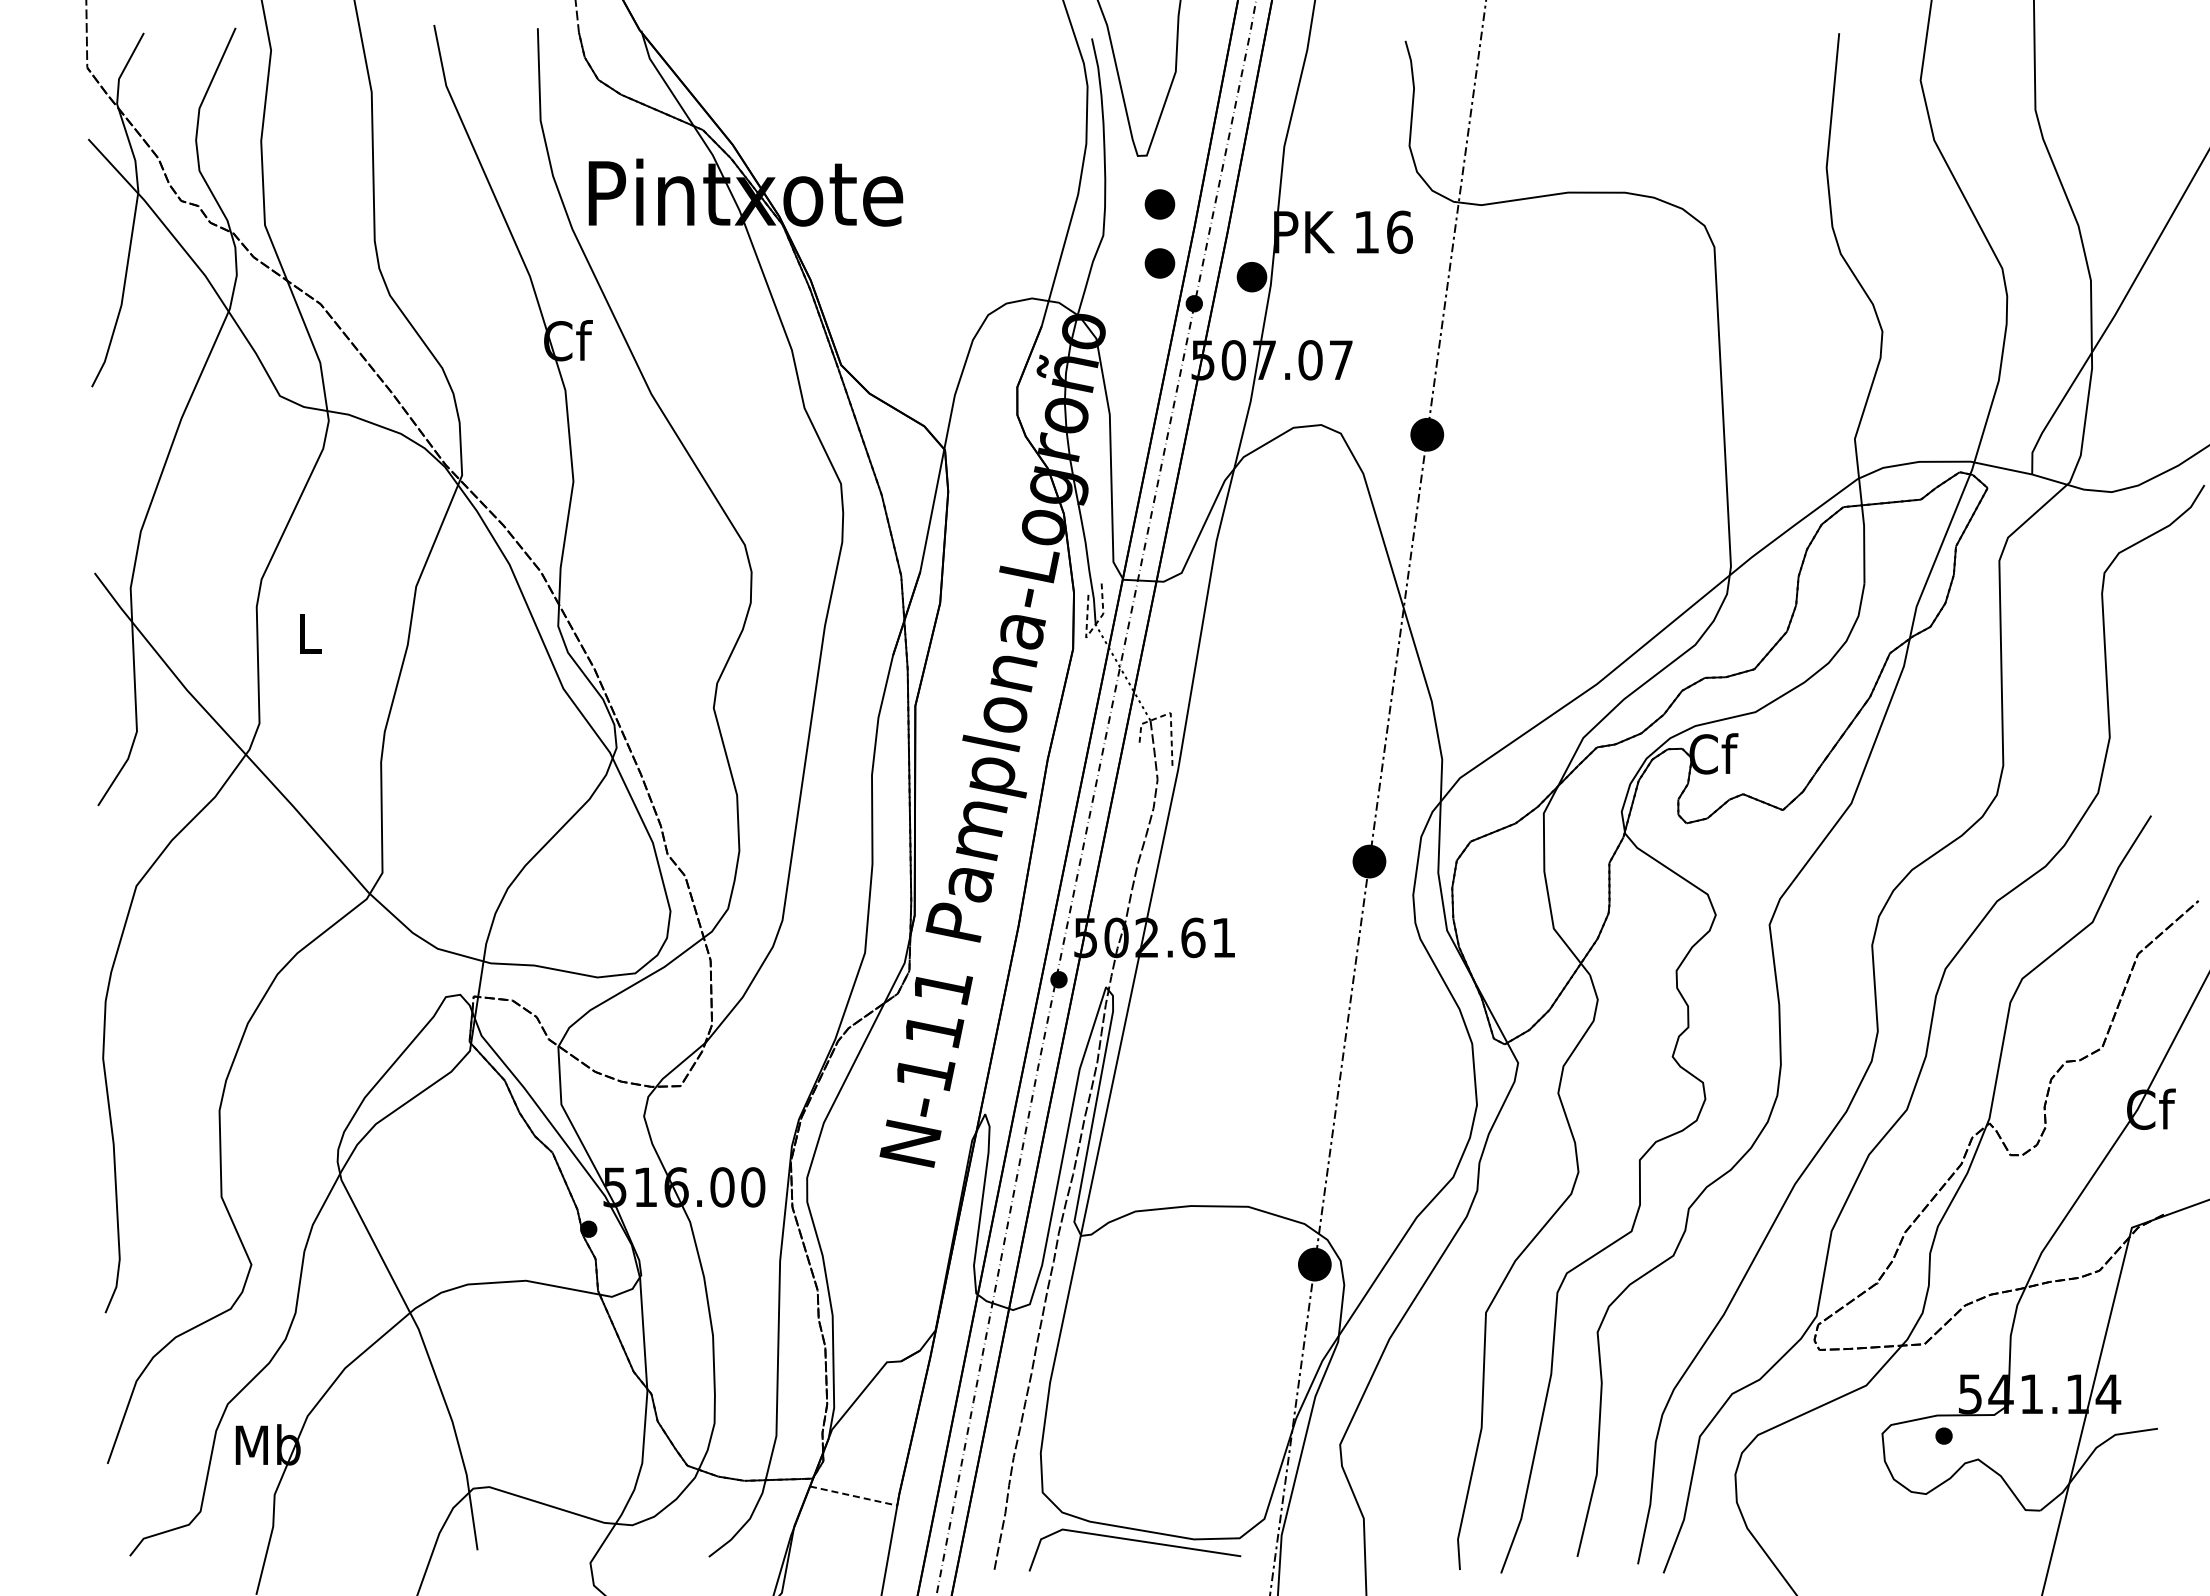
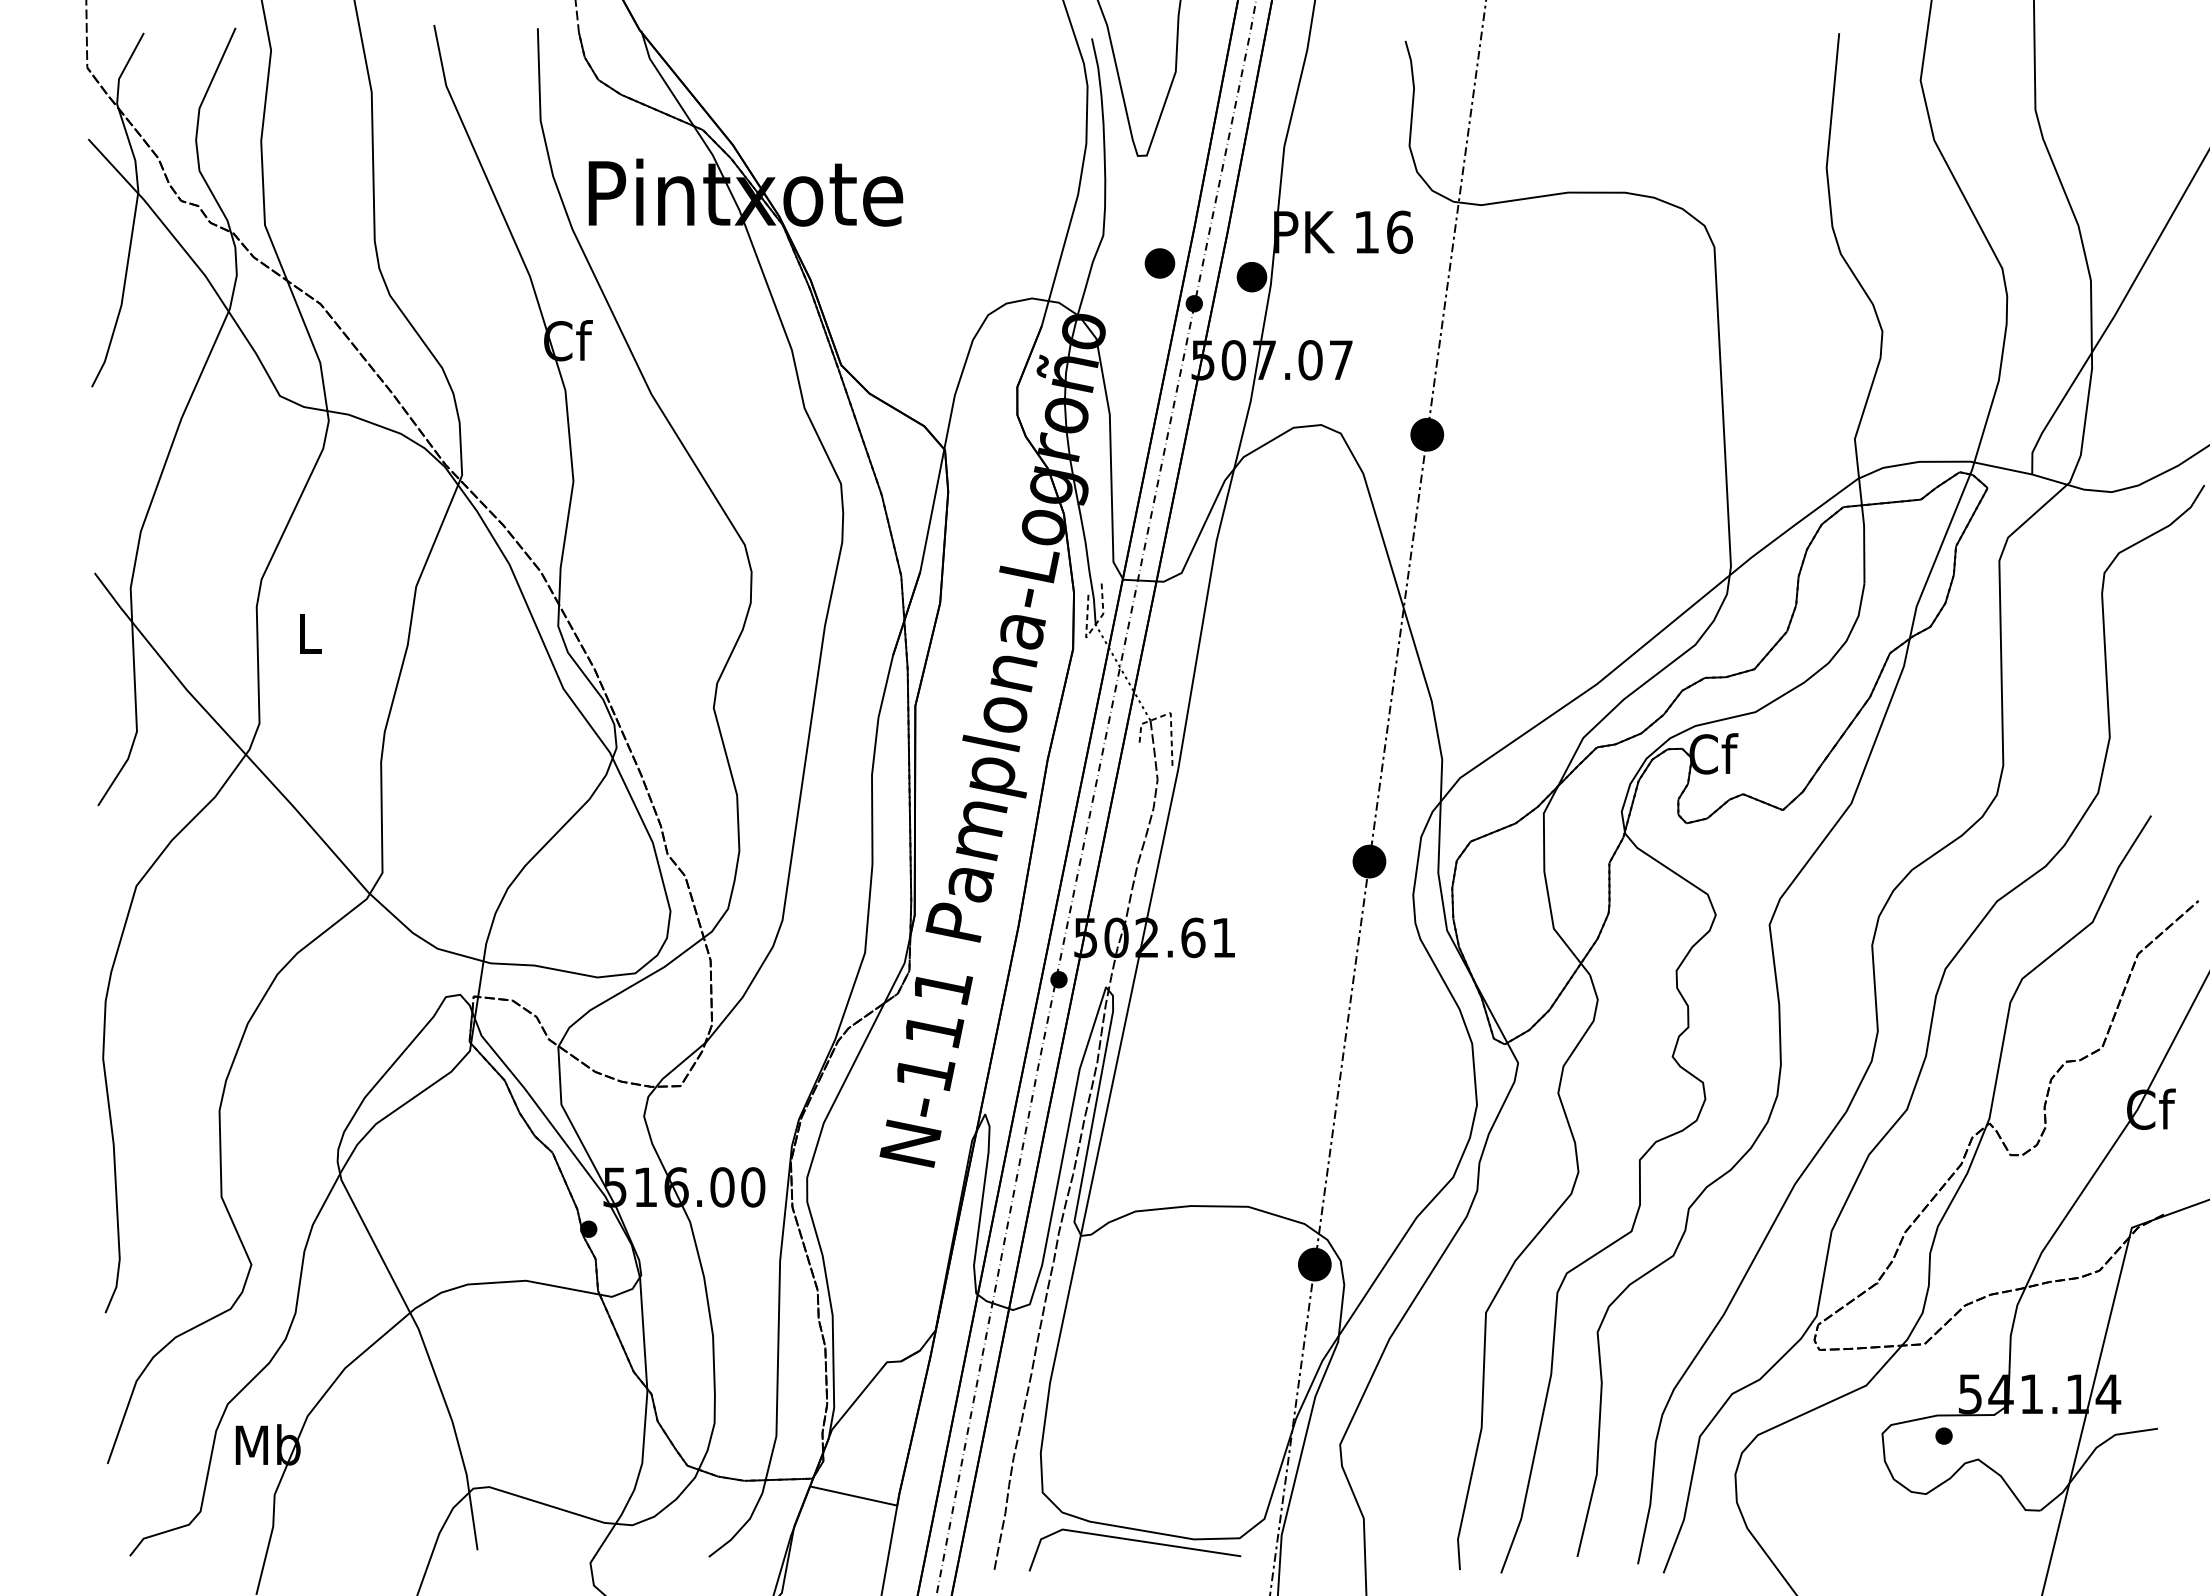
part at (1159, 204): present -> none
line at (853, 1496): dashed -> solid
